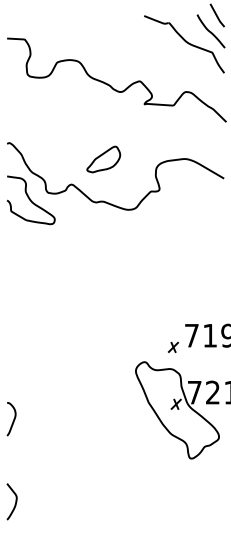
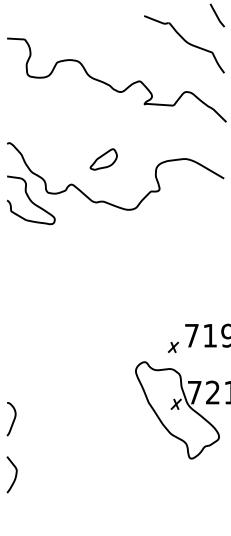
curve at (210, 31): present -> none
part at (103, 159) size: 36x29 px -> 29x23 px
curve at (15, 501) position: (15, 501) -> (15, 474)
